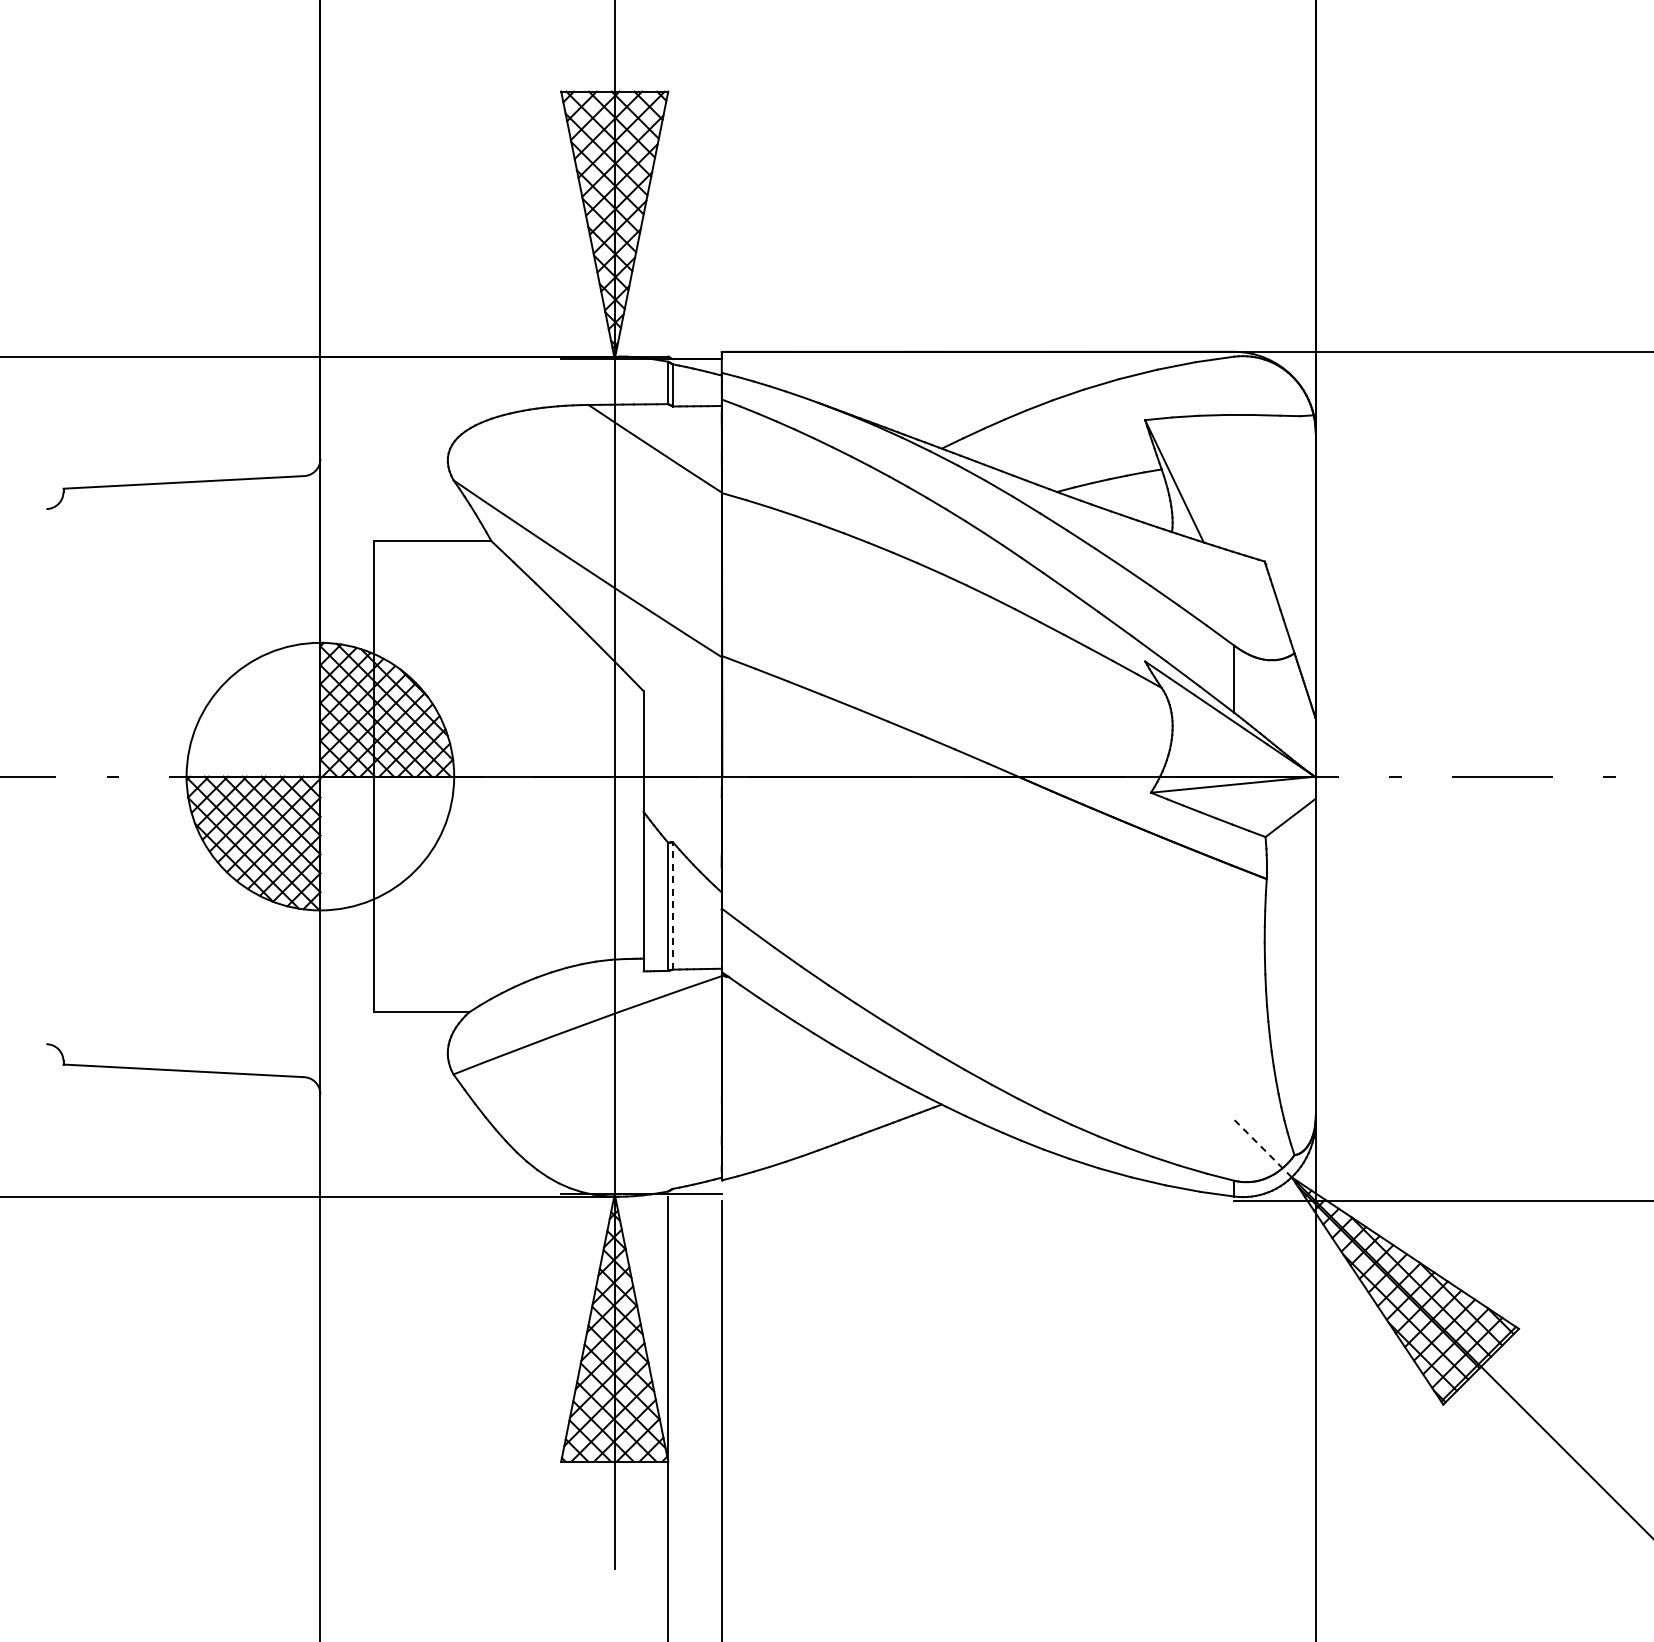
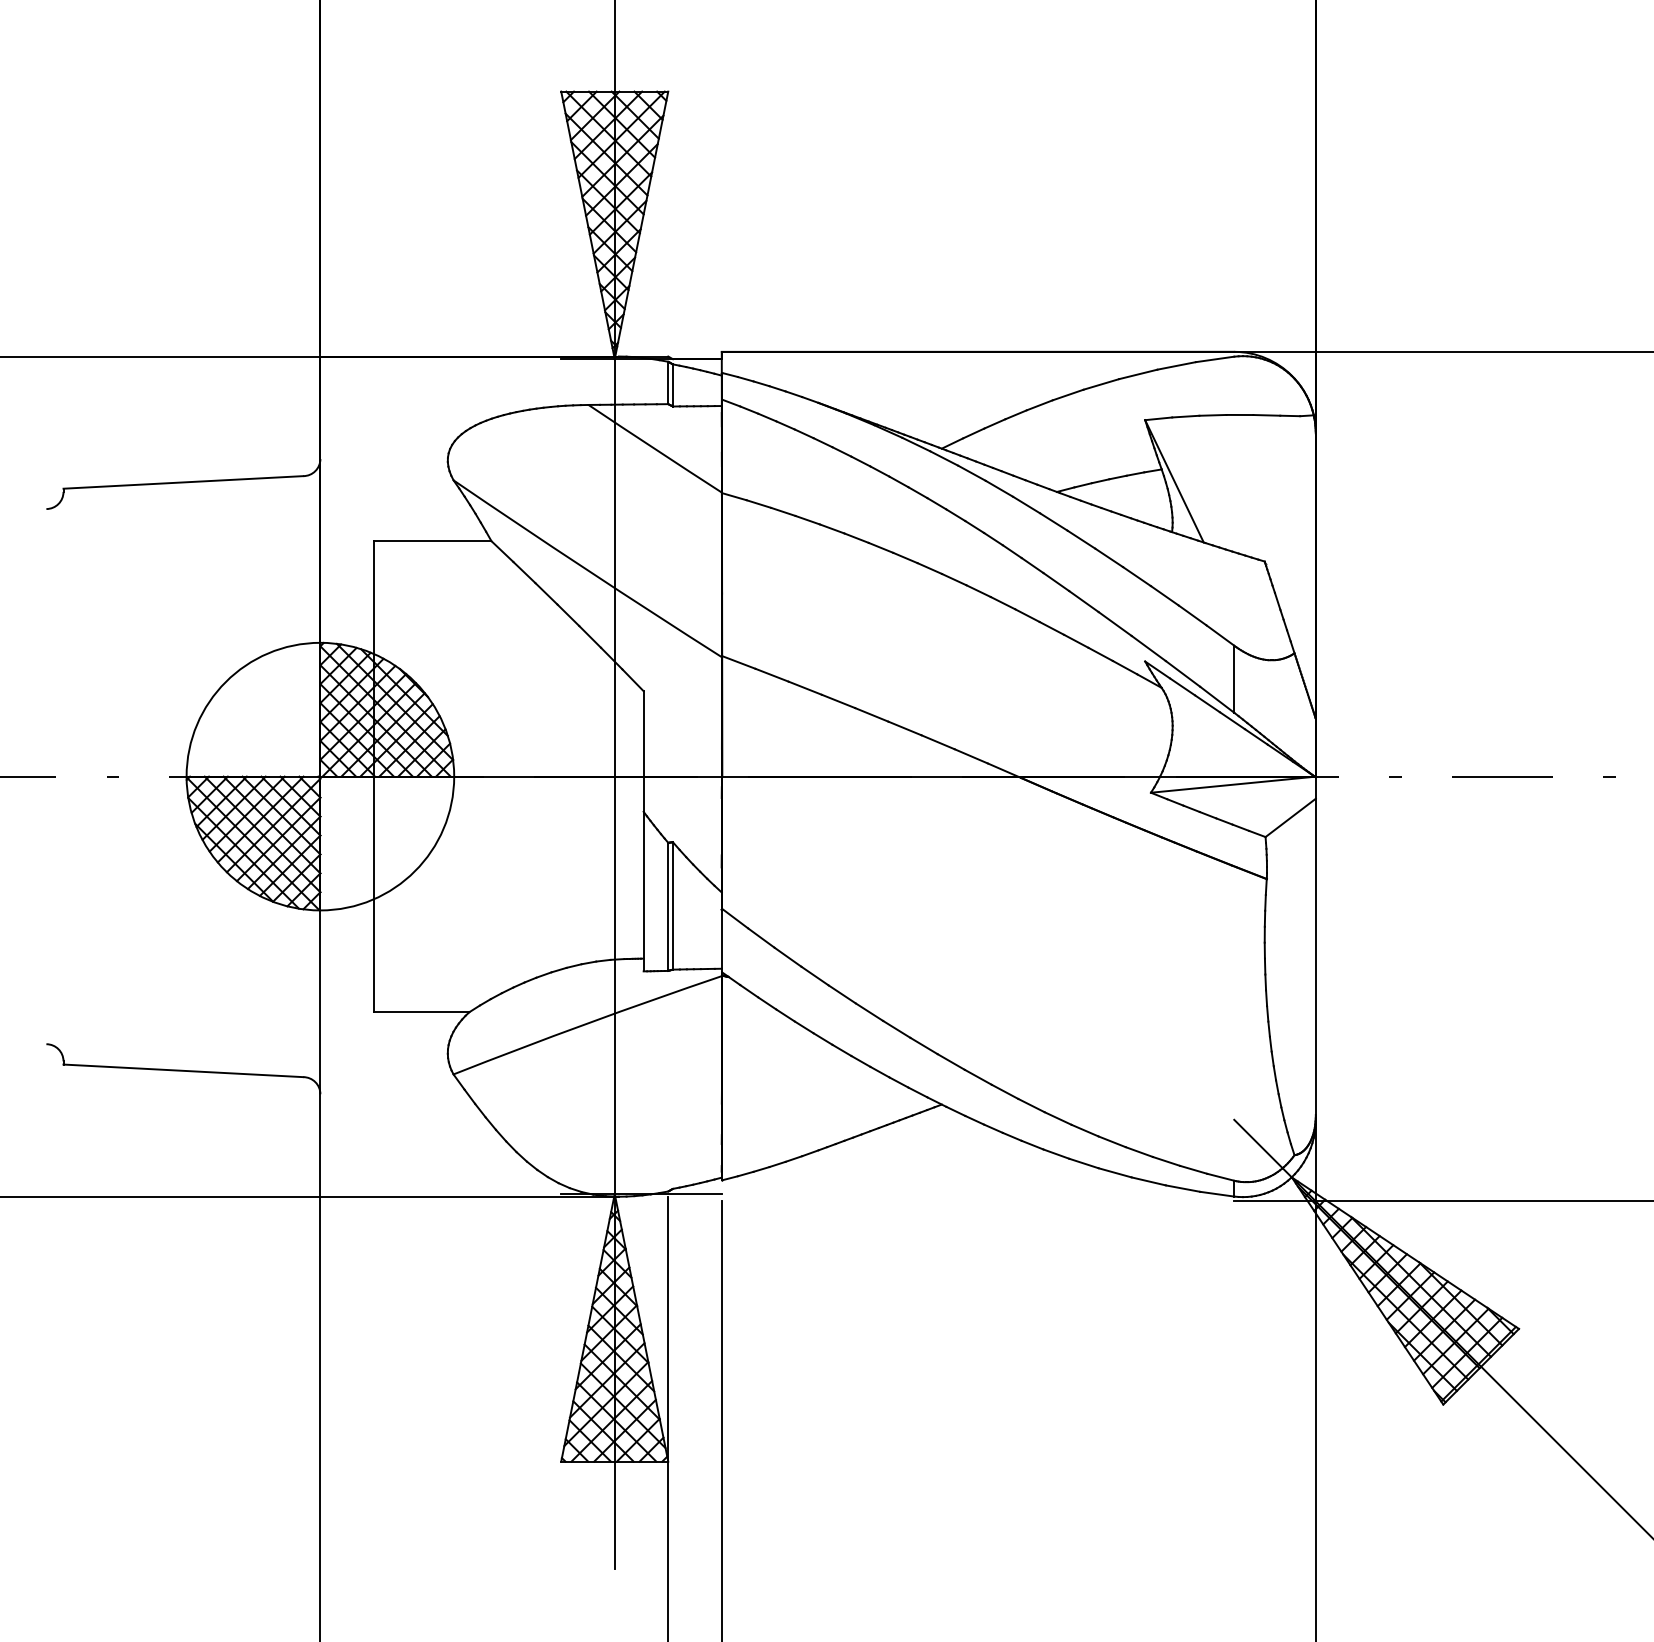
line at (672, 905): dashed -> solid
line at (1263, 1148): dashed -> solid
